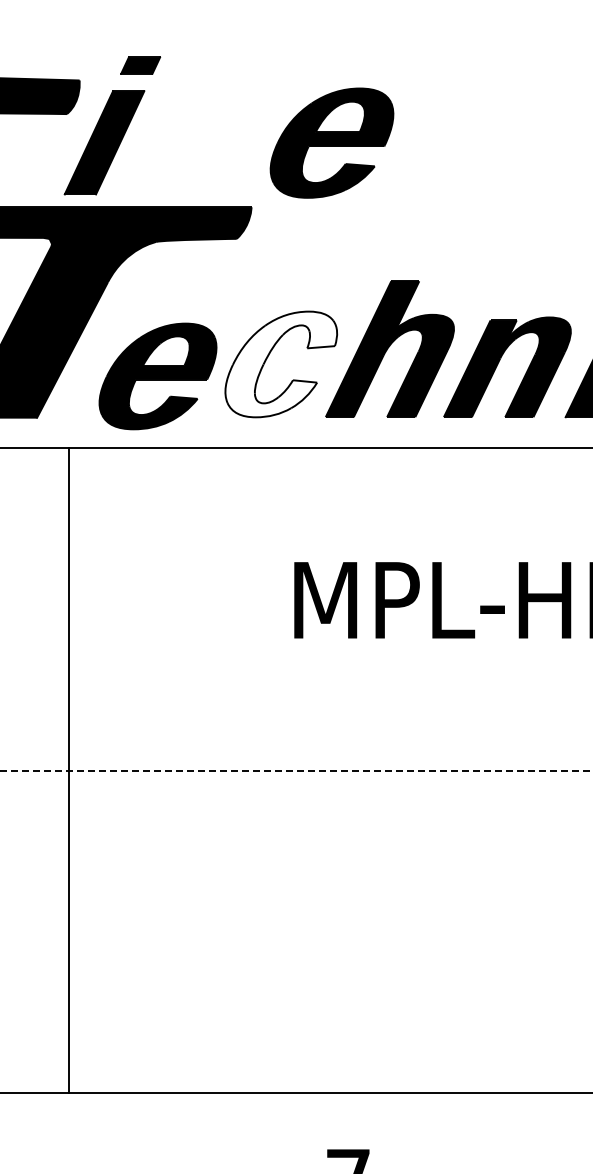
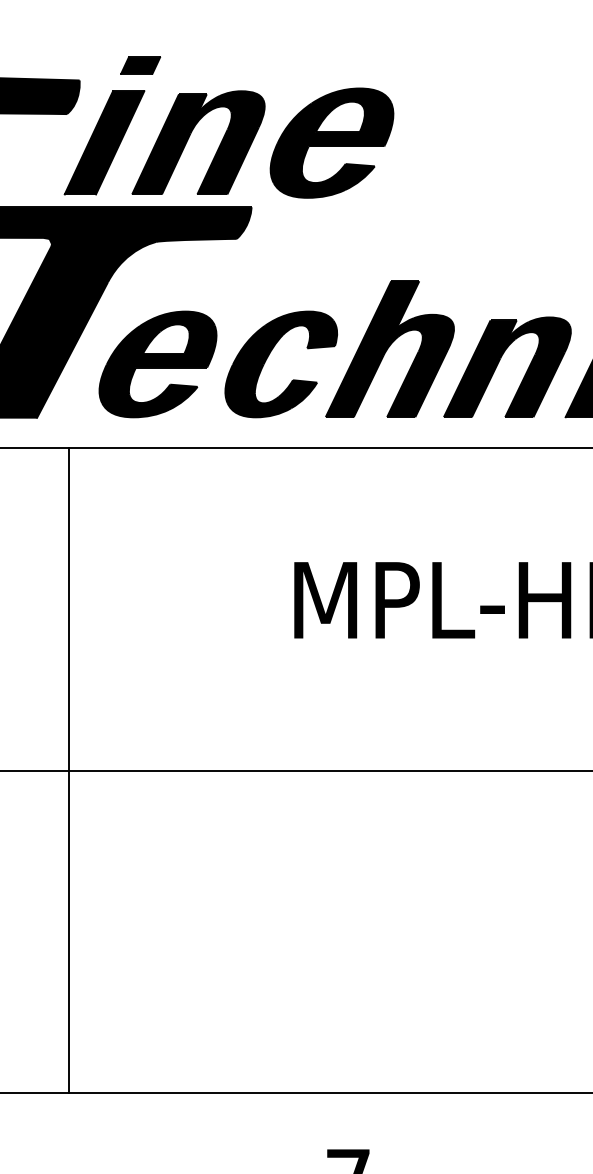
part at (189, 138): none -> present
fill at (281, 364): none -> present
part at (157, 376) position: (157, 376) -> (157, 364)
line at (296, 770): dashed -> solid
